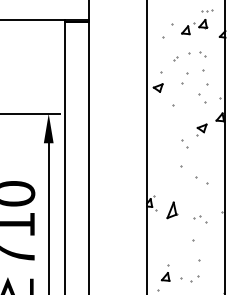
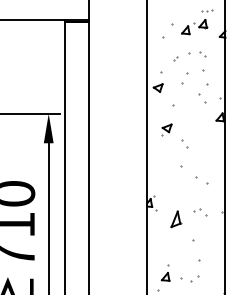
part at (201, 129) position: (201, 129) -> (166, 129)
part at (172, 210) position: (172, 210) -> (176, 219)
part at (200, 219) position: (200, 219) -> (200, 212)
